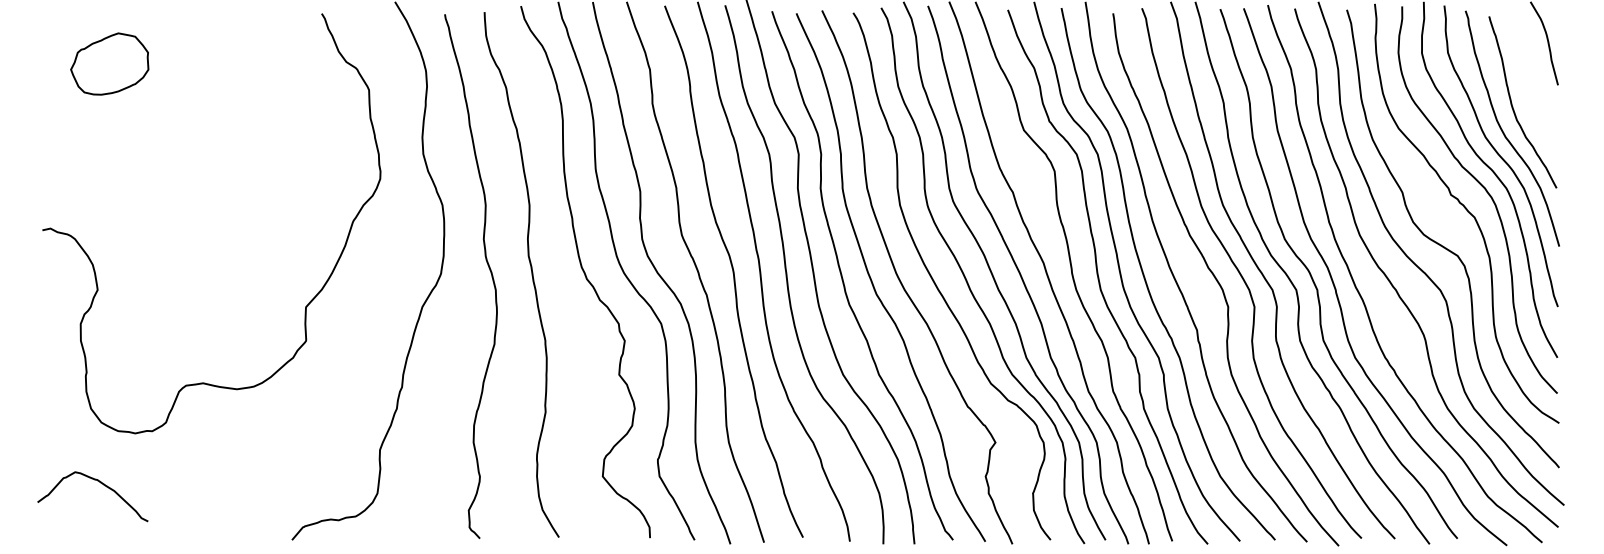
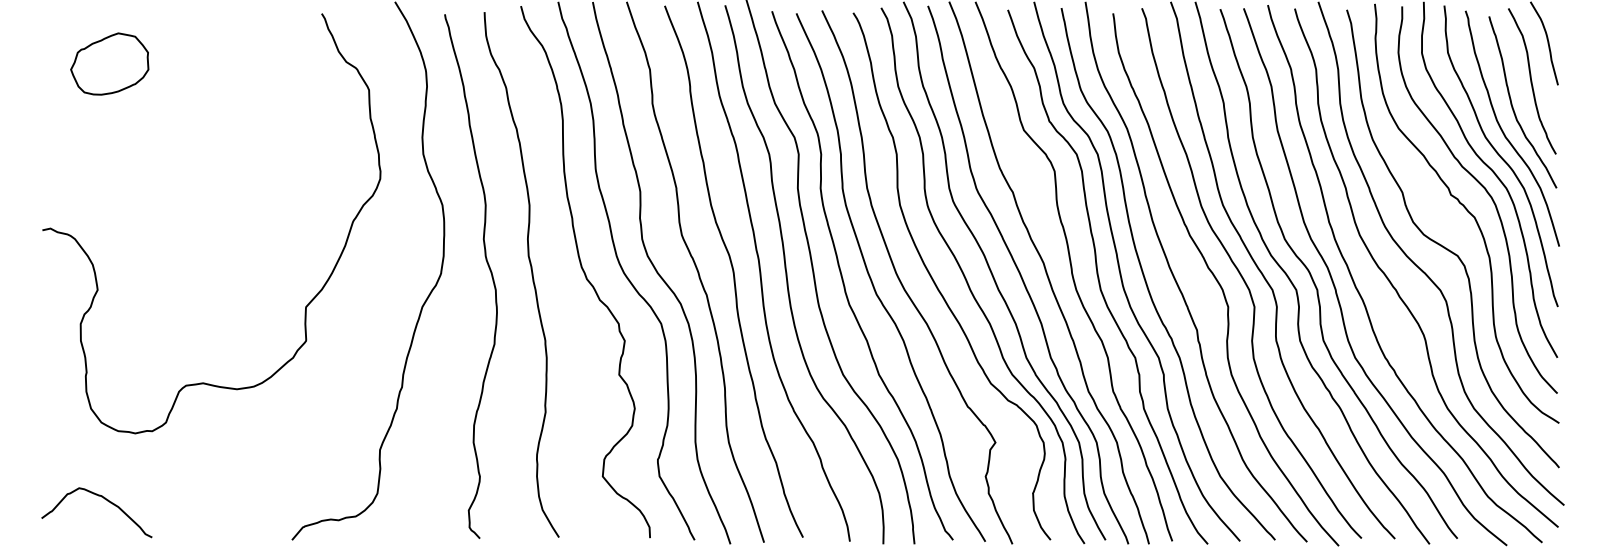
curve at (1532, 81): none -> present
curve at (100, 483) position: (100, 483) -> (104, 499)
